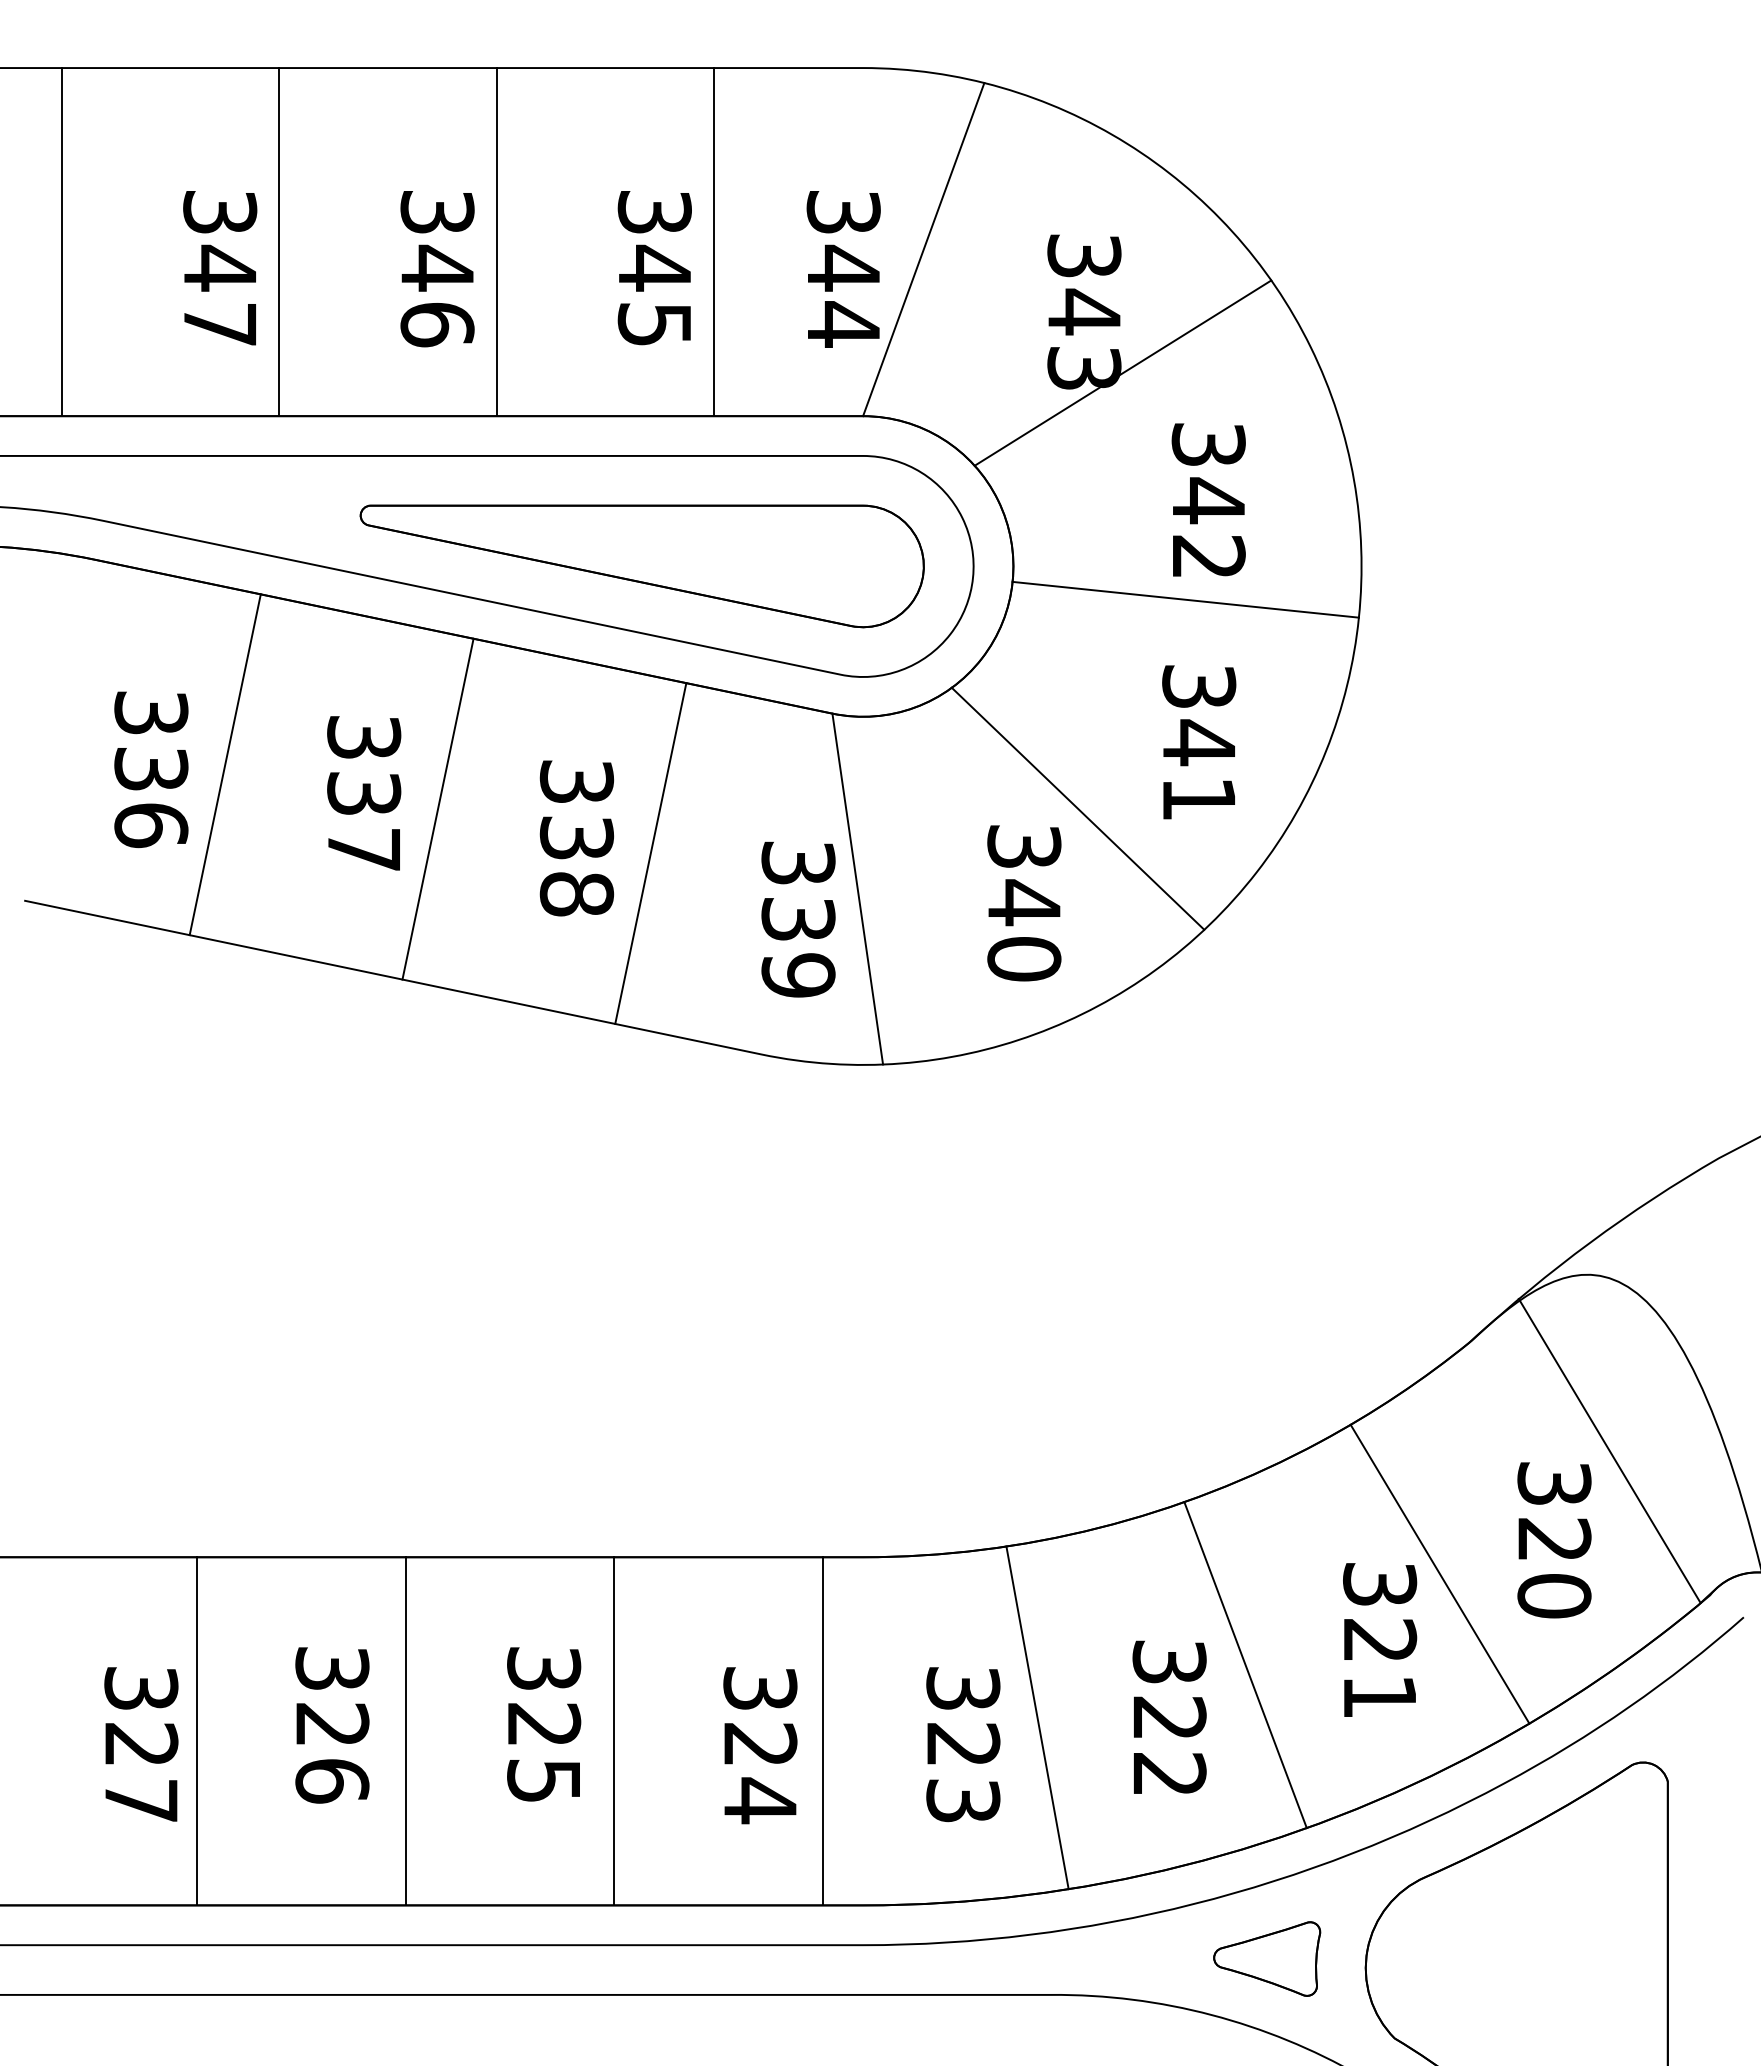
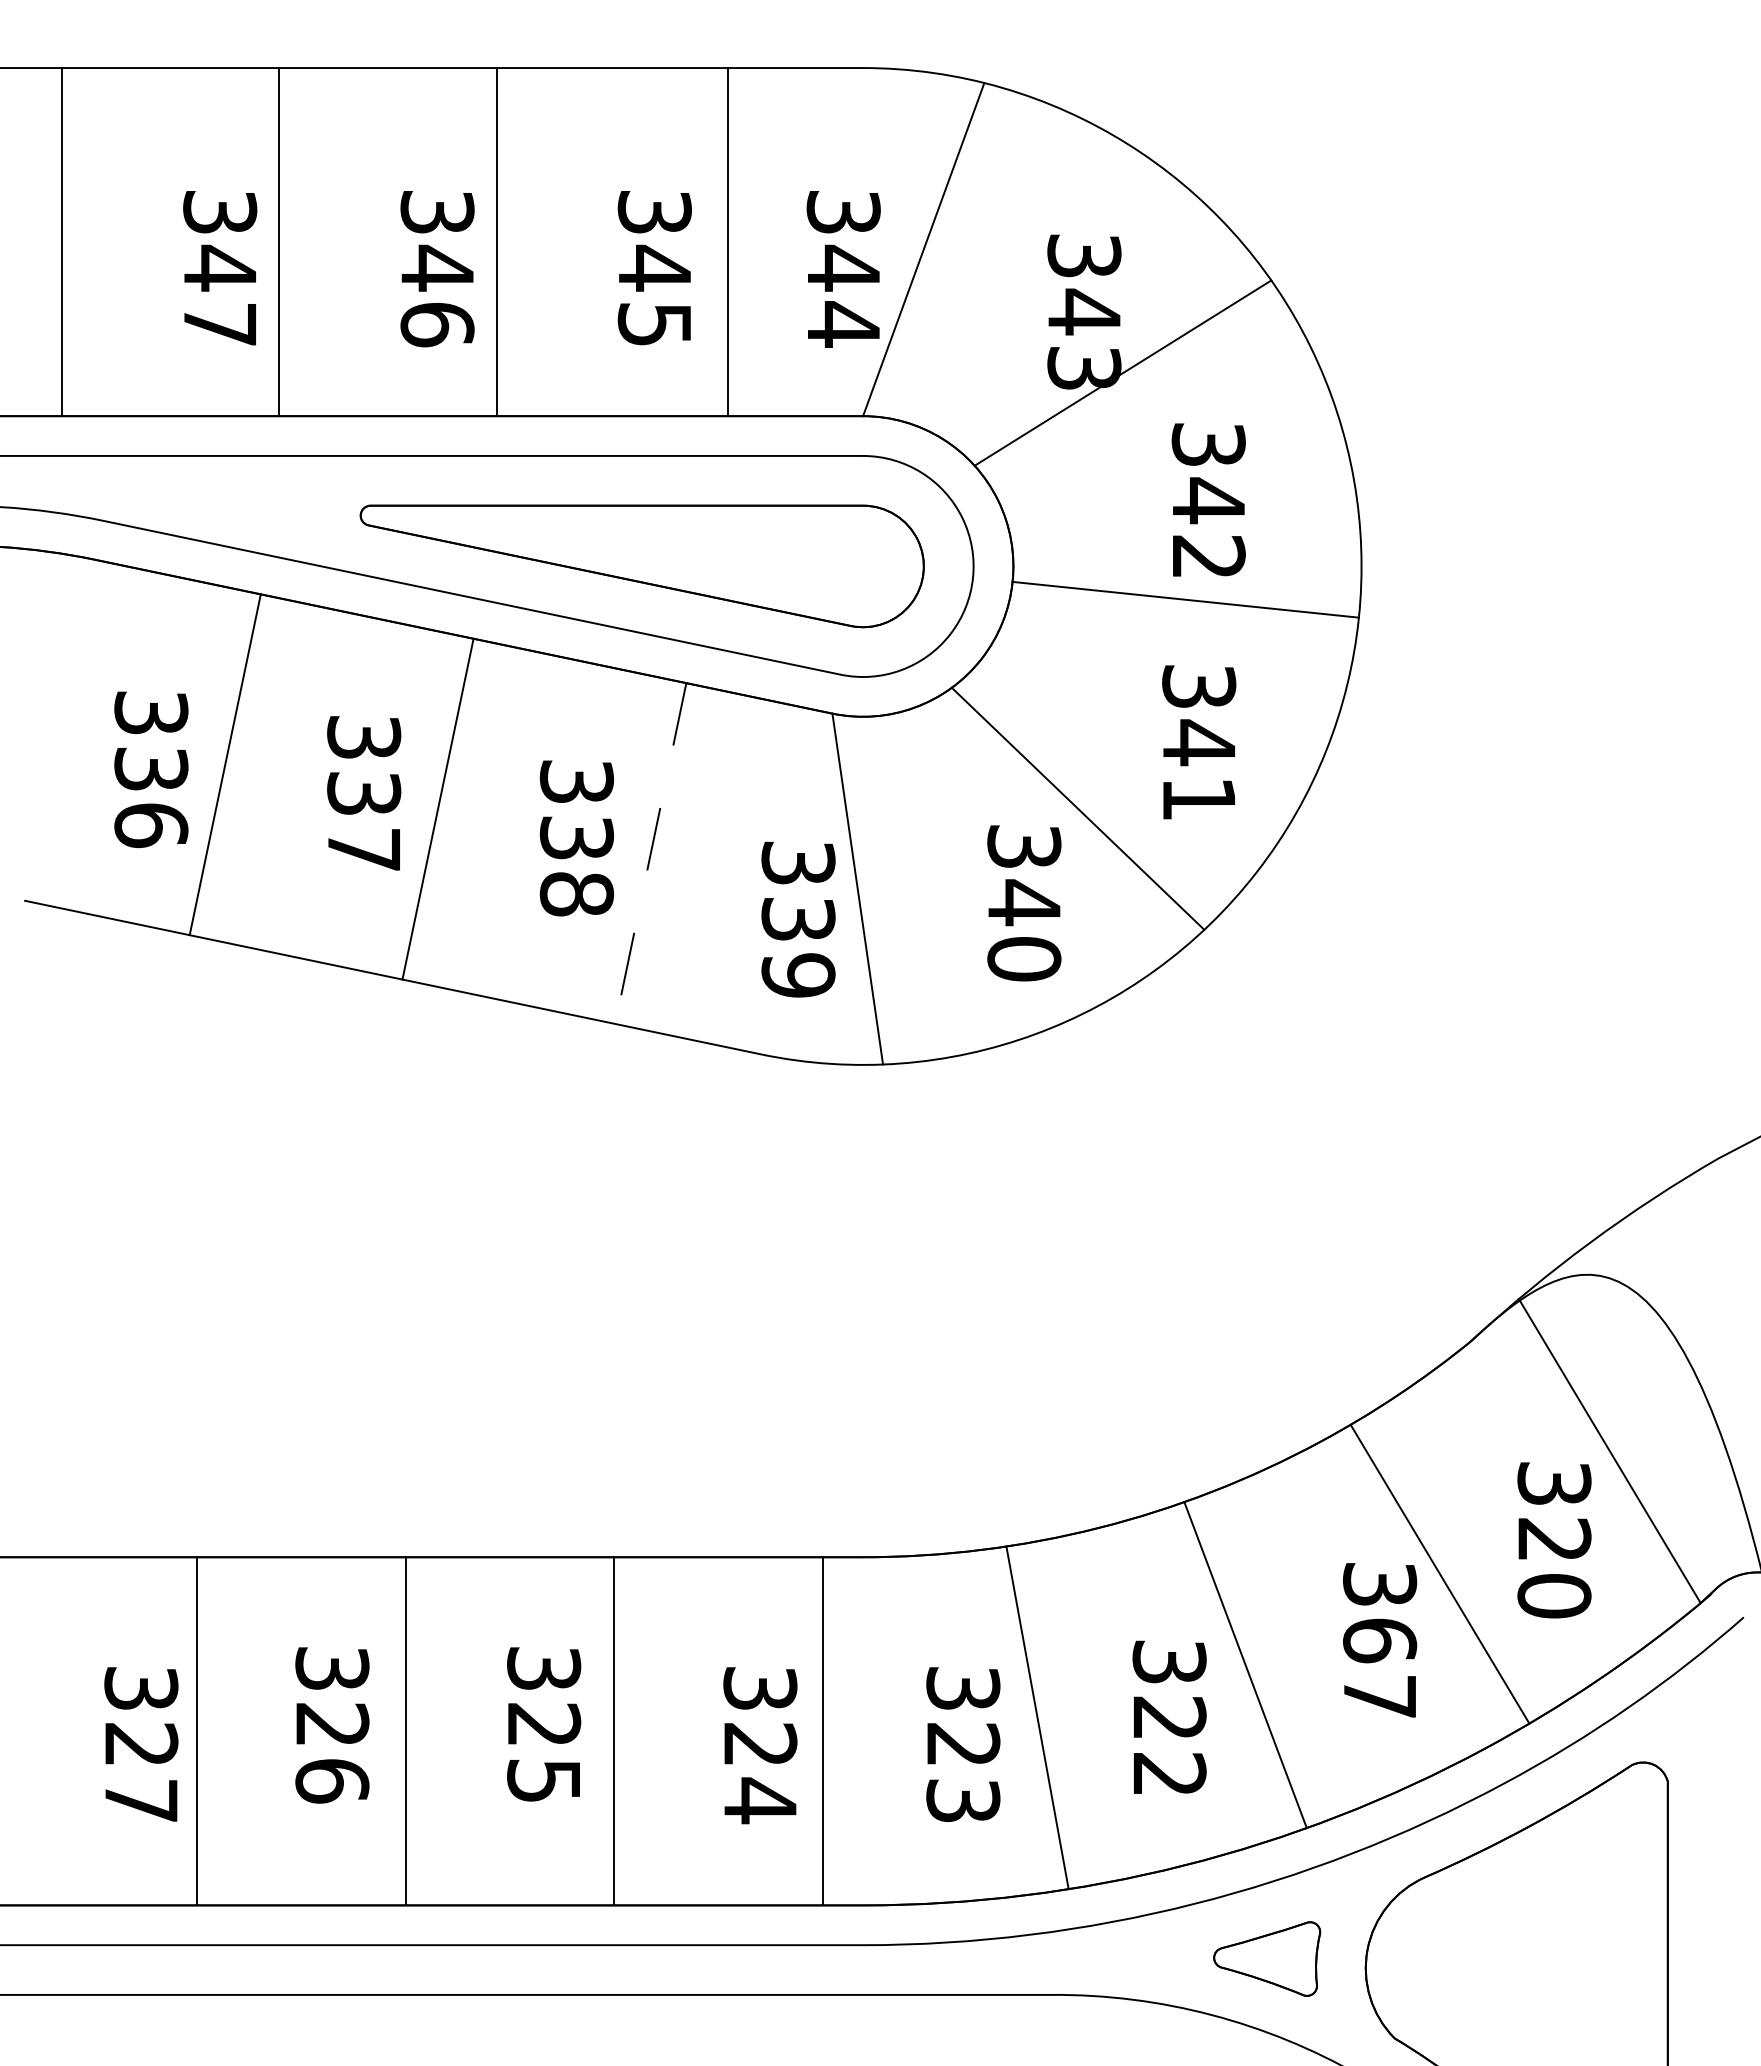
line at (713, 242) position: (713, 242) -> (727, 242)
line at (650, 854): solid -> dashed
text at (1380, 1667): 321 -> 367
